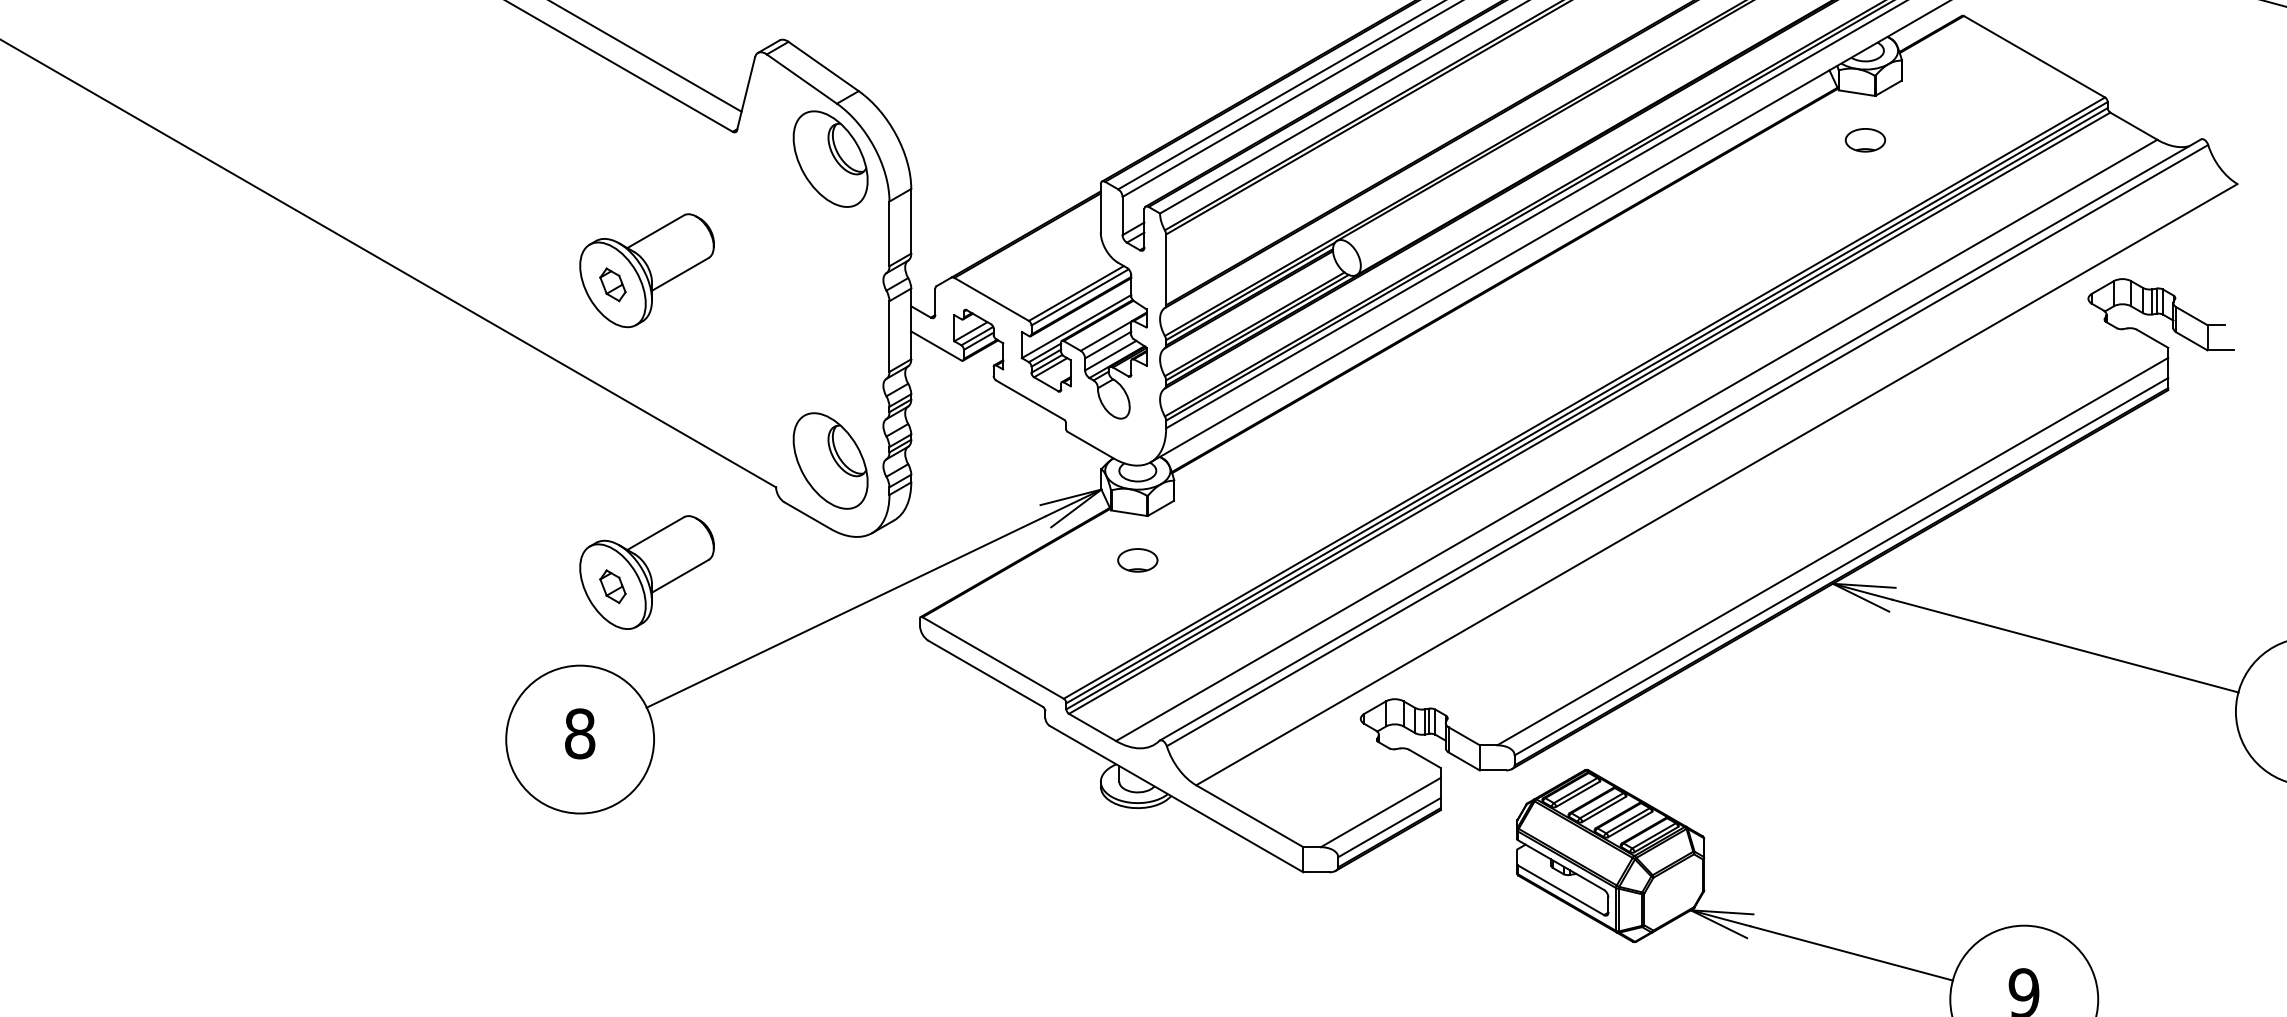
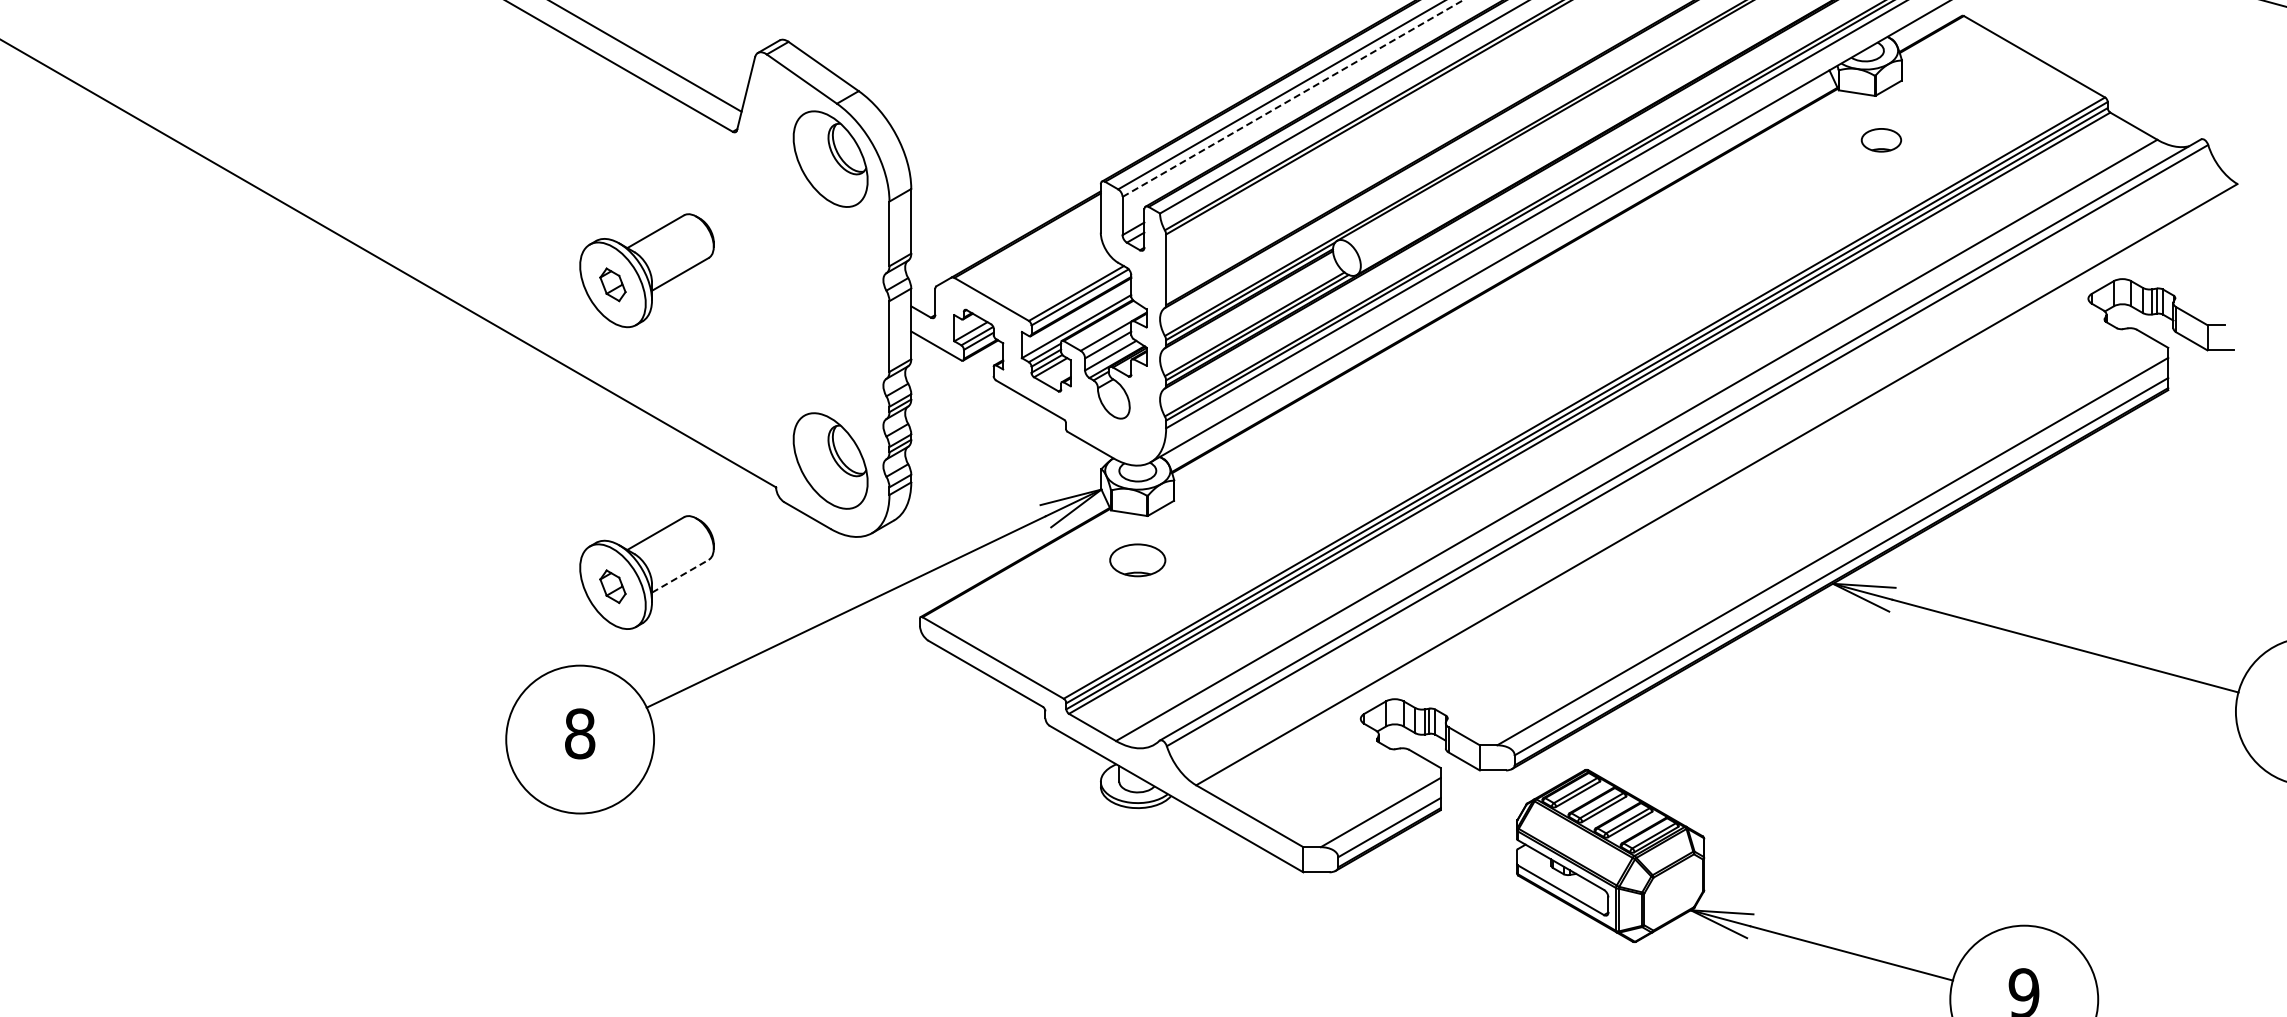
line at (1293, 98): solid -> dashed
part at (1865, 140) position: (1865, 140) -> (1881, 140)
part at (1137, 560) size: 42x25 px -> 58x35 px
line at (680, 576): solid -> dashed
